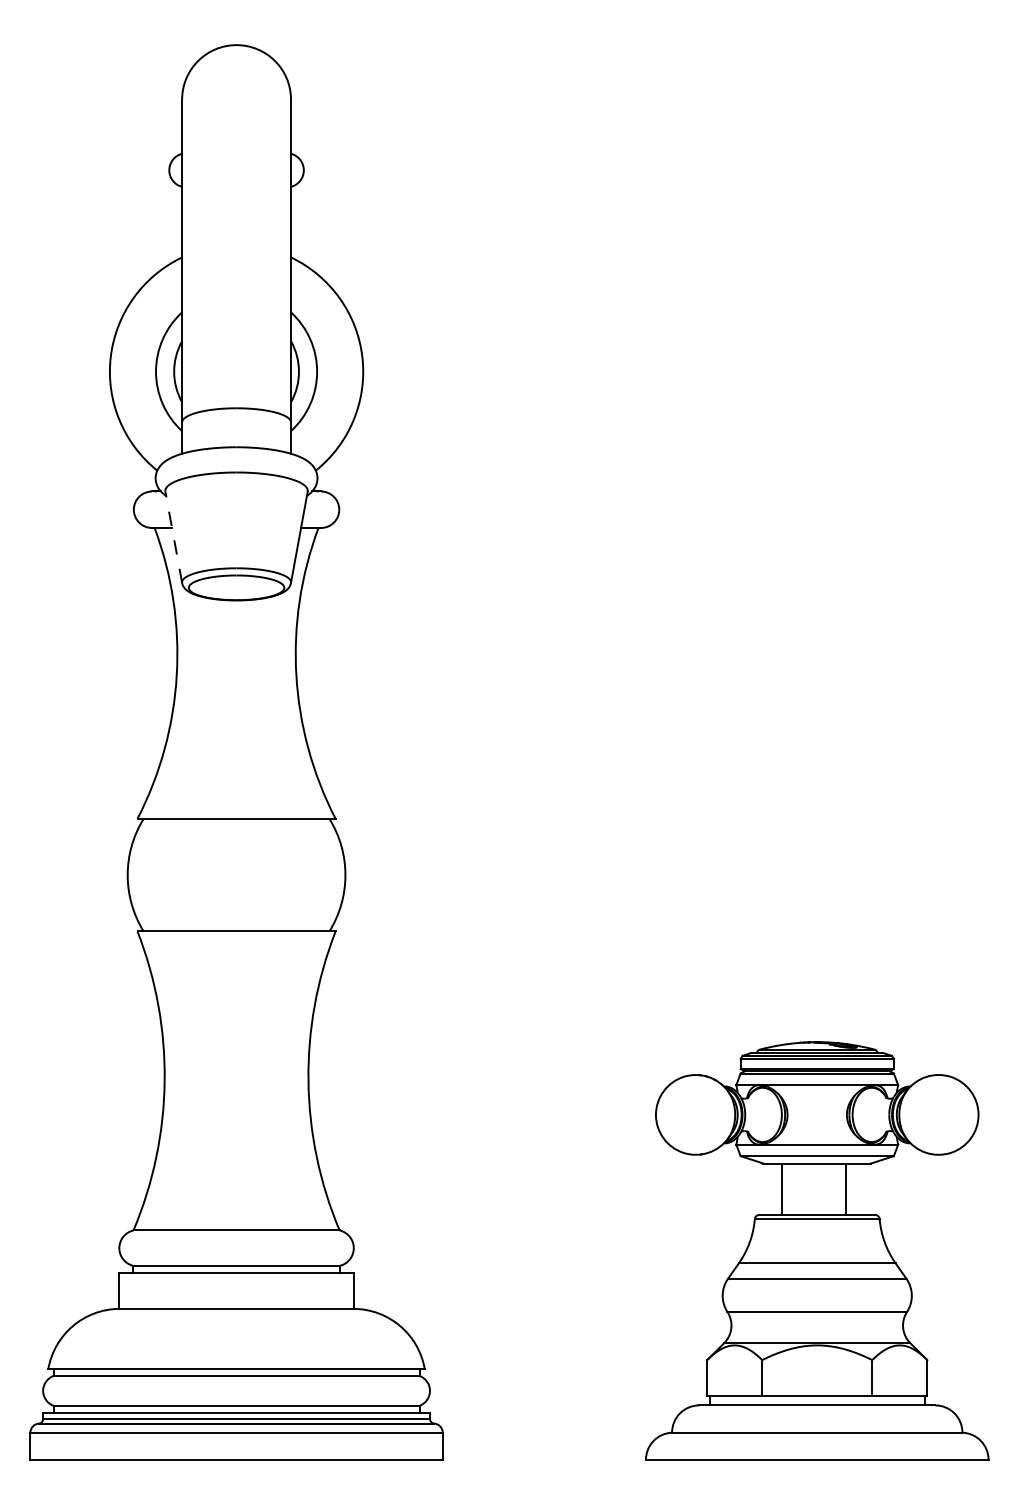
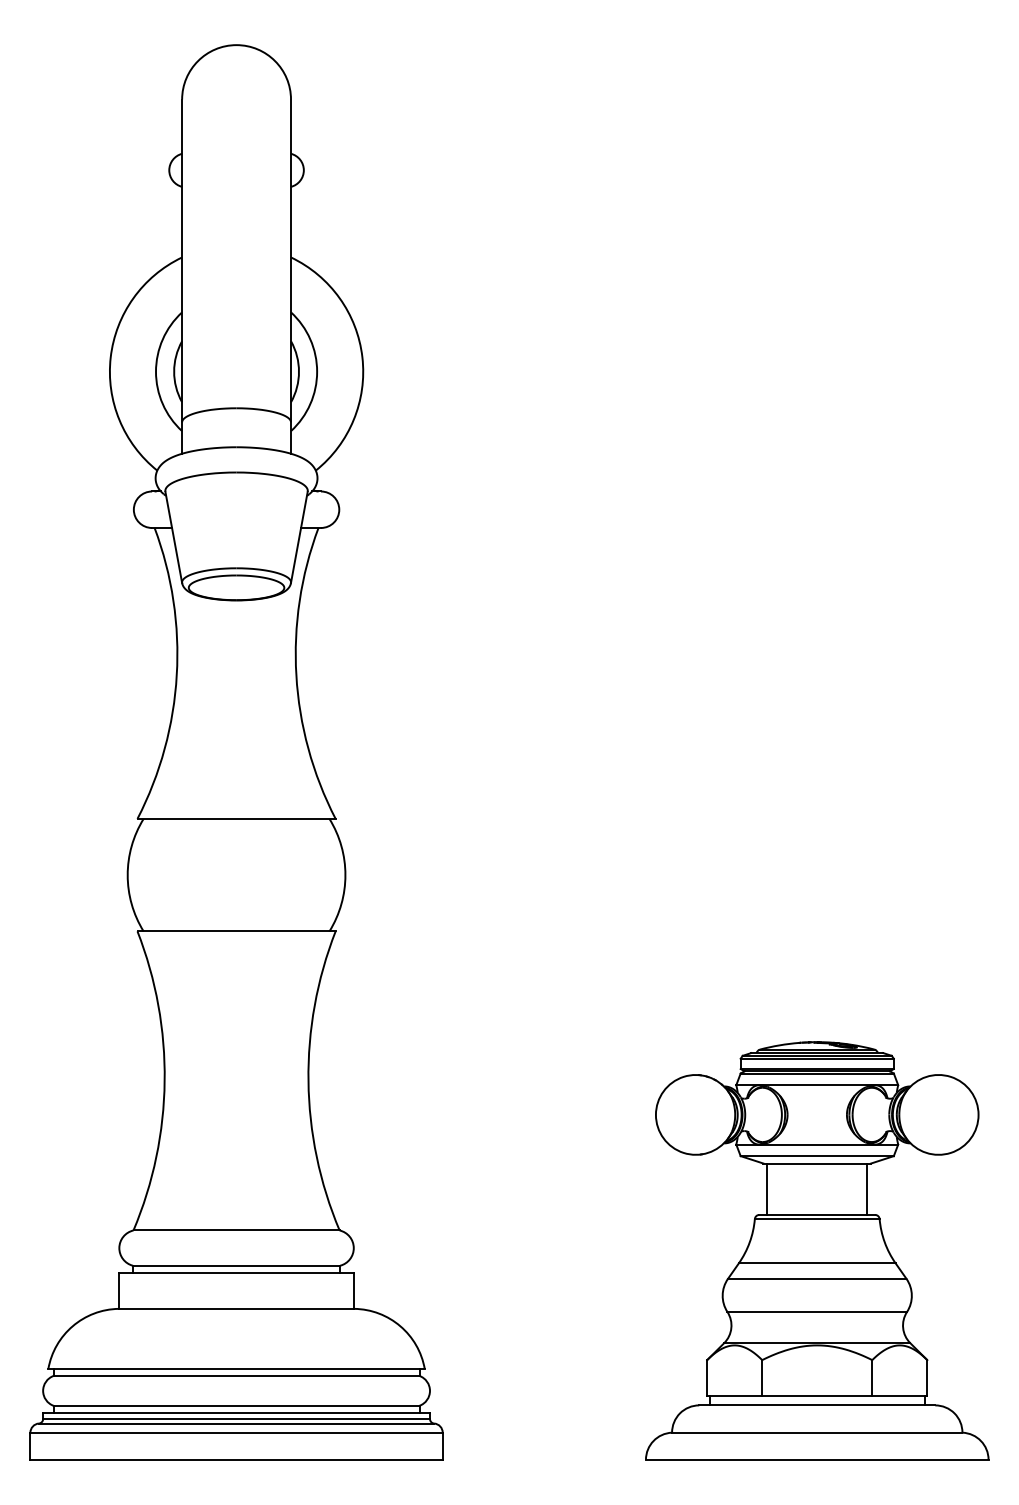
line at (173, 536): dashed -> solid
line at (782, 1188) position: (782, 1188) -> (767, 1188)
line at (846, 1188) position: (846, 1188) -> (867, 1188)
